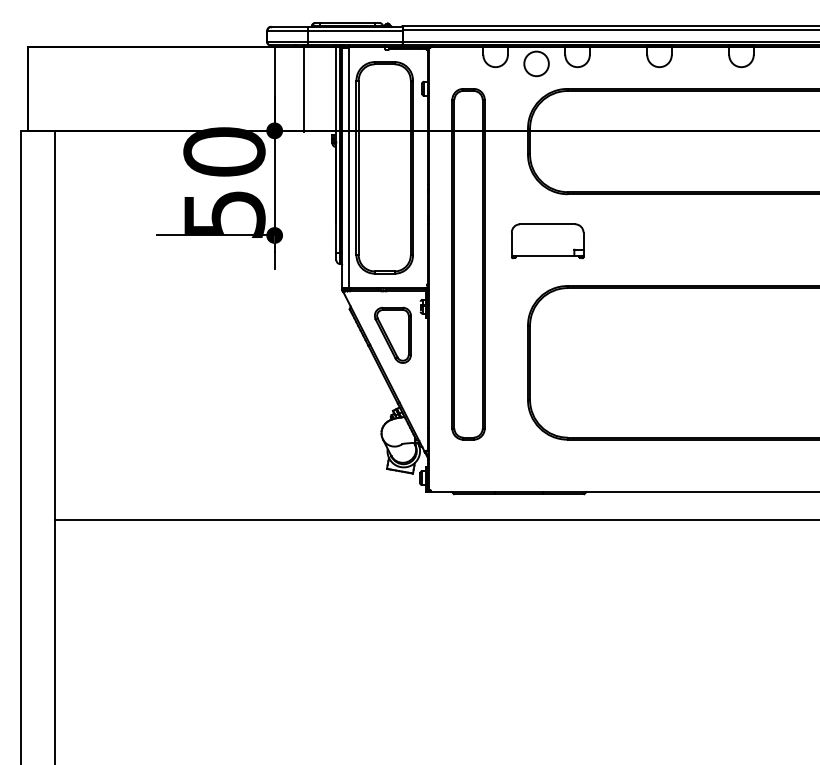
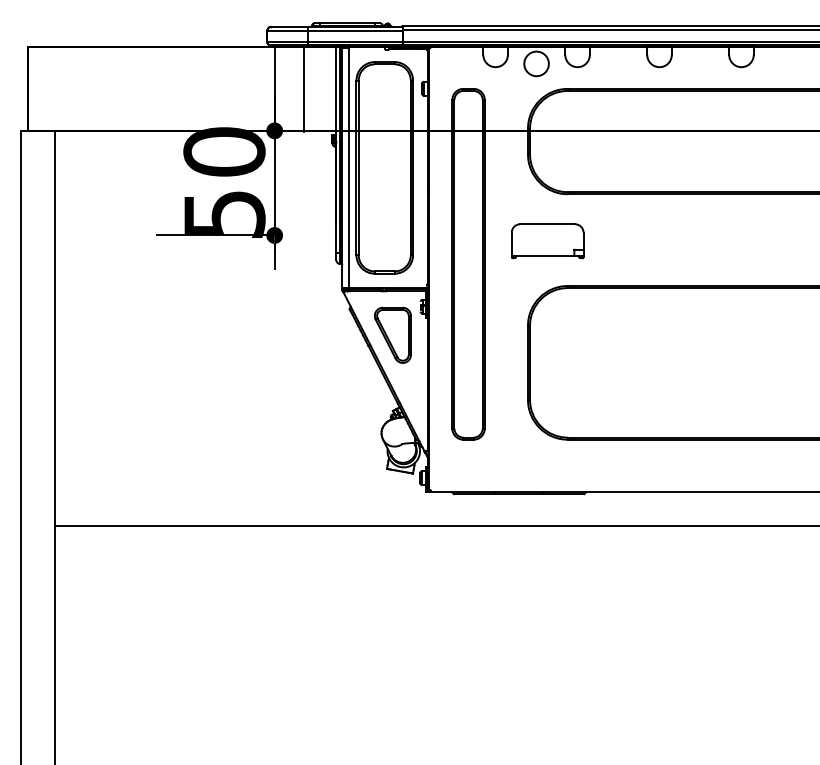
line at (435, 520) position: (435, 520) -> (435, 526)
